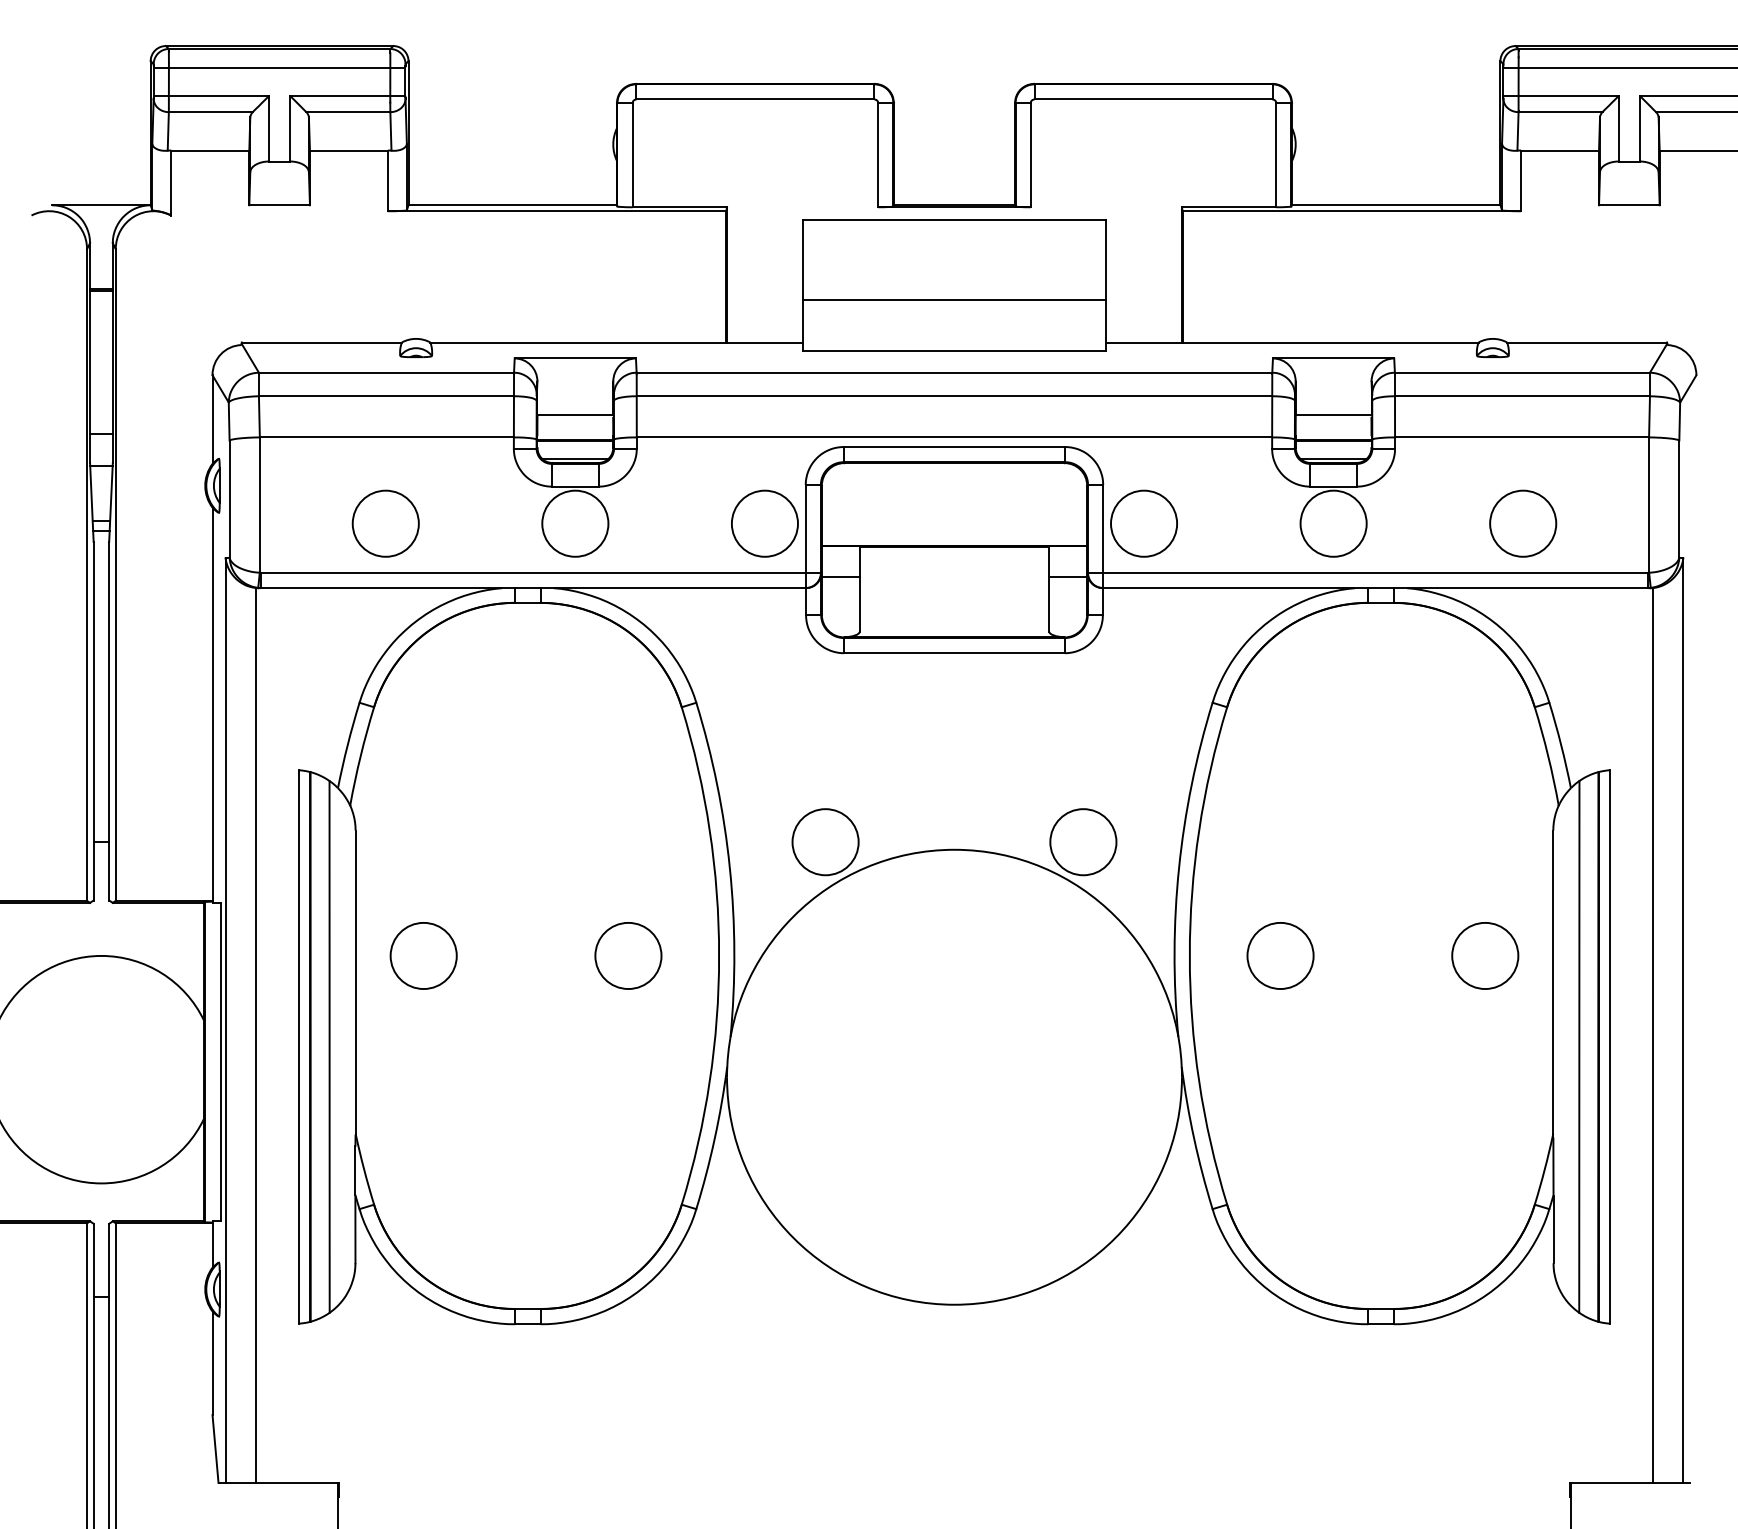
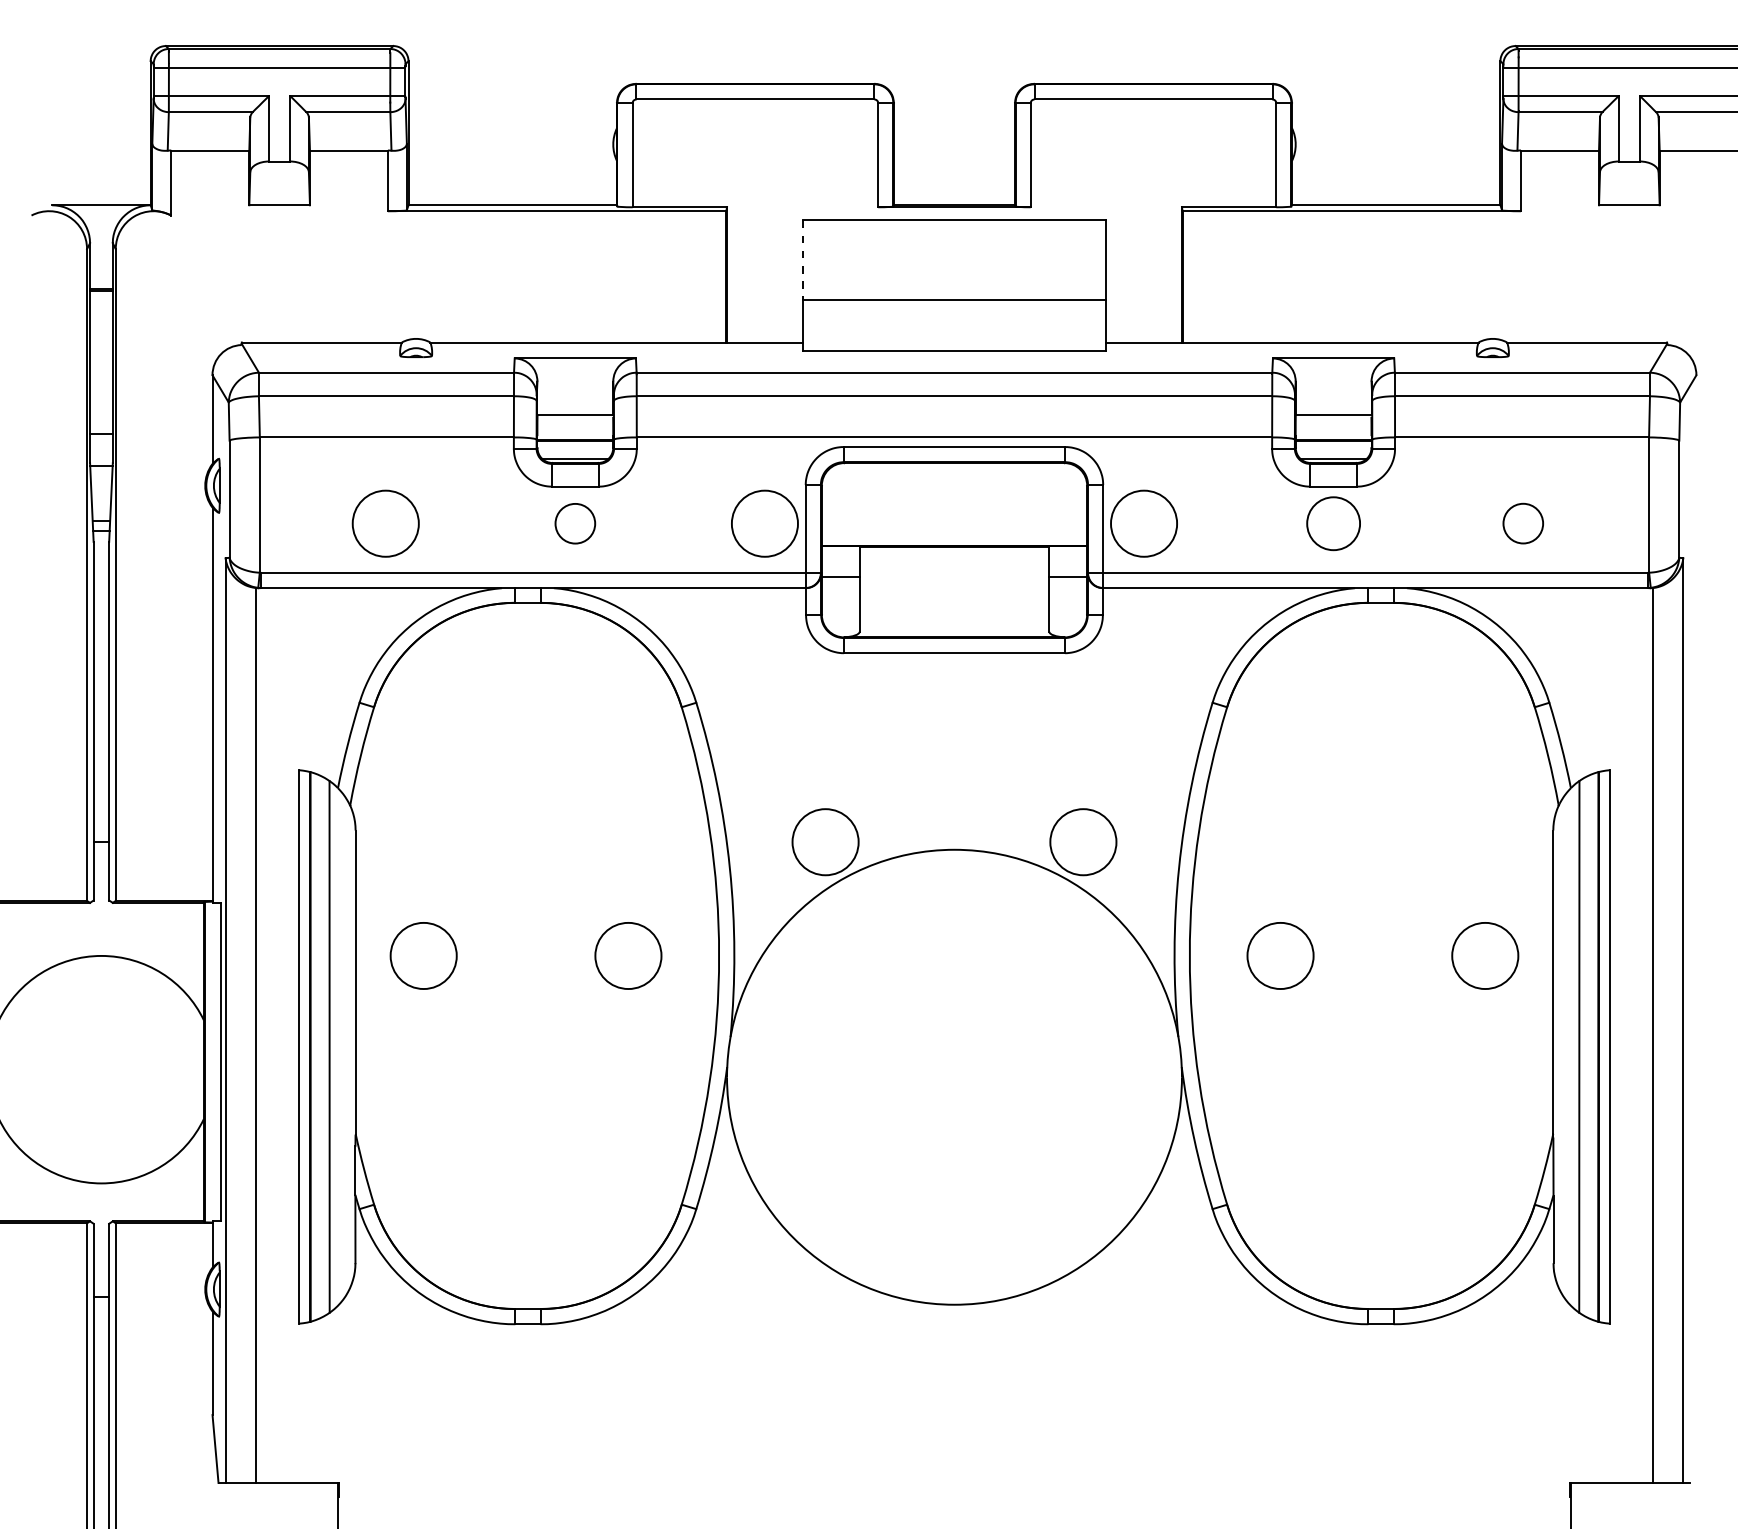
line at (802, 260): solid -> dashed
circle at (575, 523) diameter: 66 px -> 40 px
circle at (1333, 523) diameter: 66 px -> 53 px
circle at (1523, 523) size: 69x69 px -> 42x43 px
